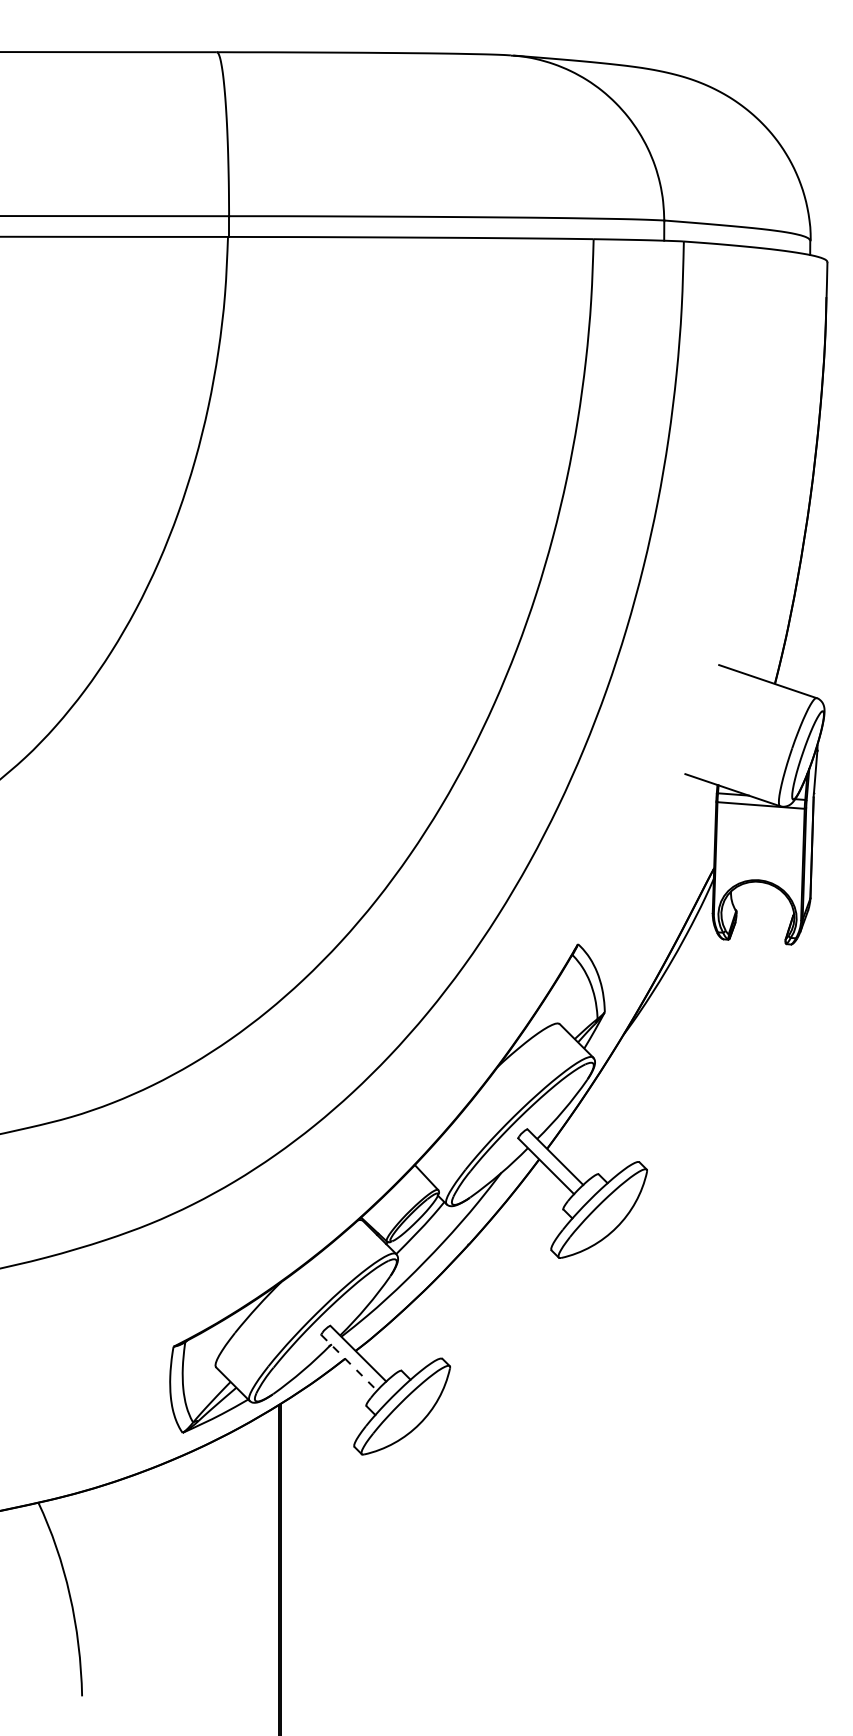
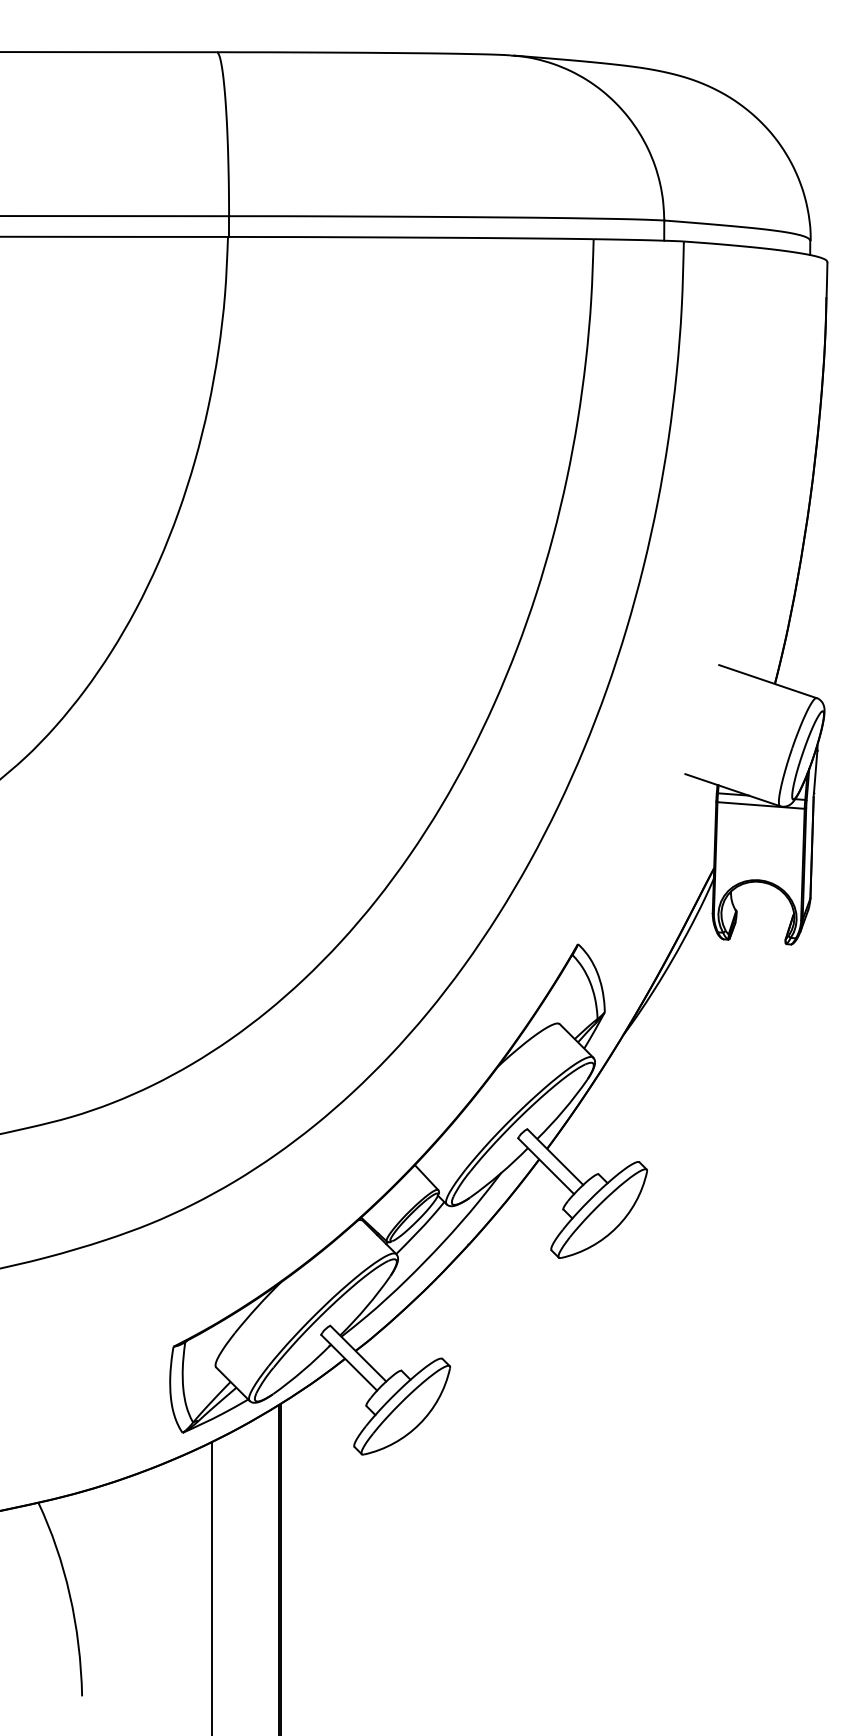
line at (349, 1363): dashed -> solid
line at (212, 1586): none -> present
